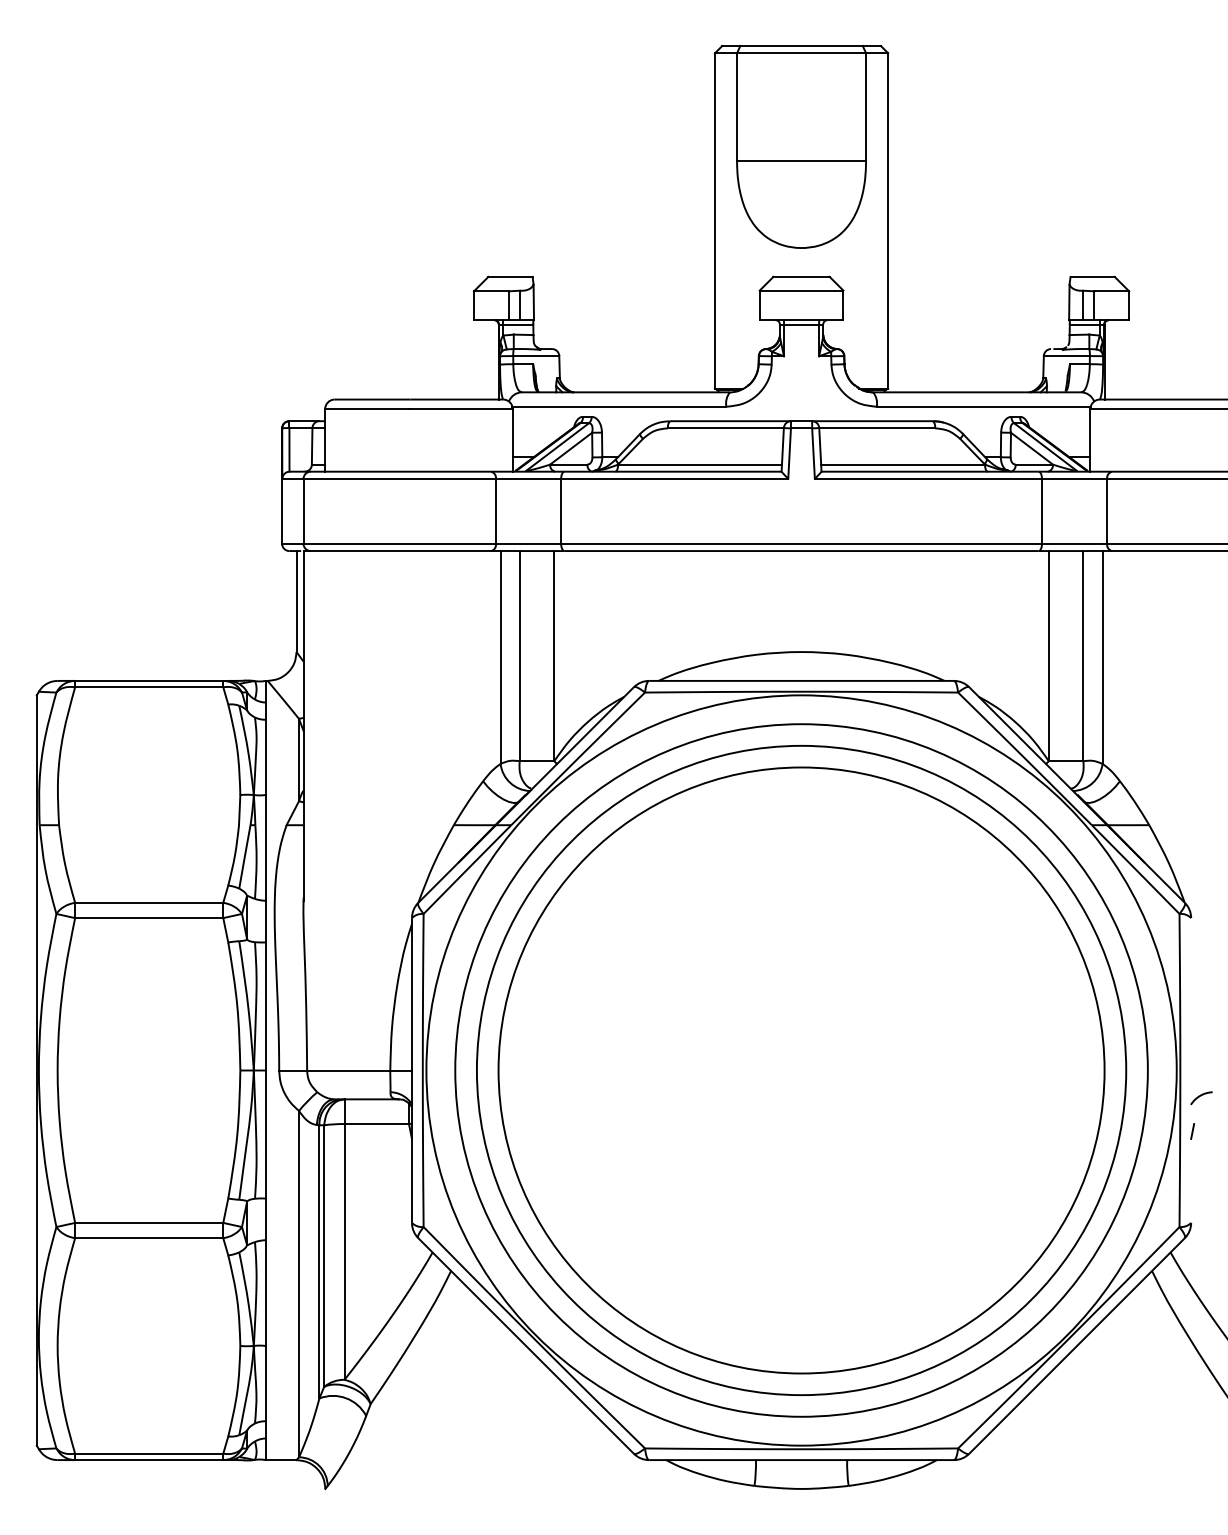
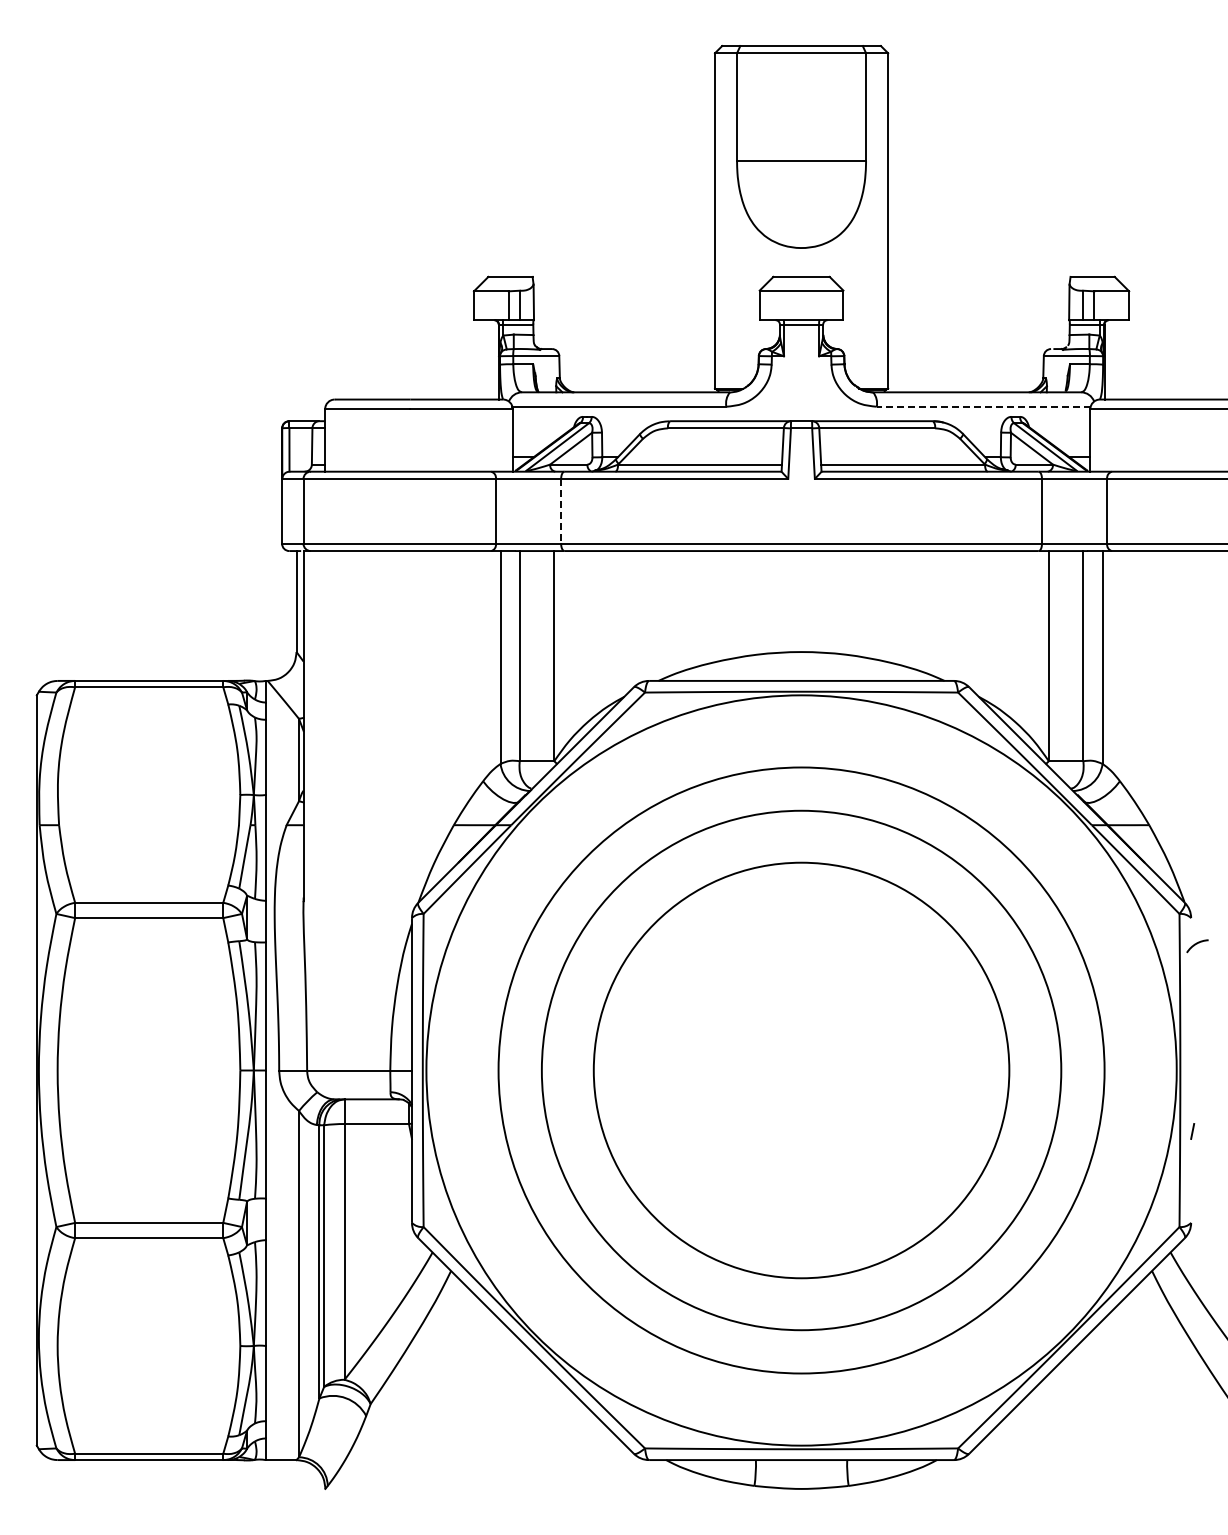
line at (983, 406): solid -> dashed
line at (561, 511): solid -> dashed
circle at (801, 1070) diameter: 649 px -> 519 px
circle at (801, 1070) diameter: 693 px -> 416 px
arc at (1201, 1096) position: (1201, 1096) -> (1197, 944)
